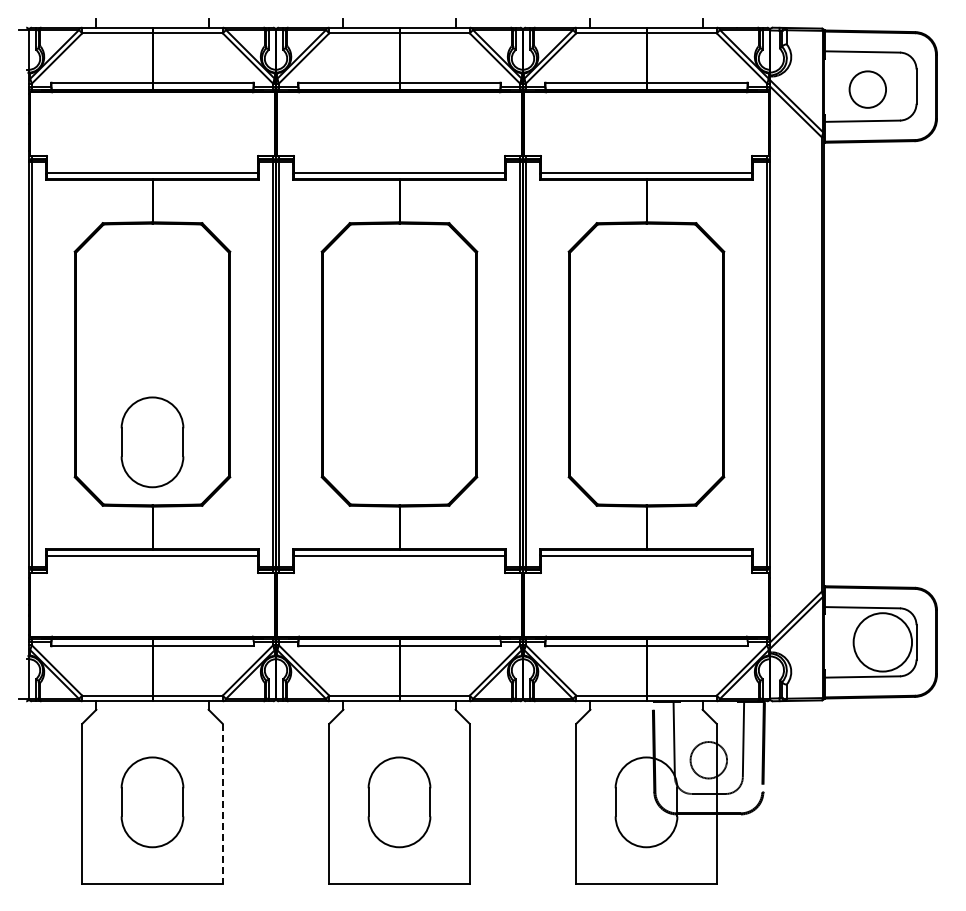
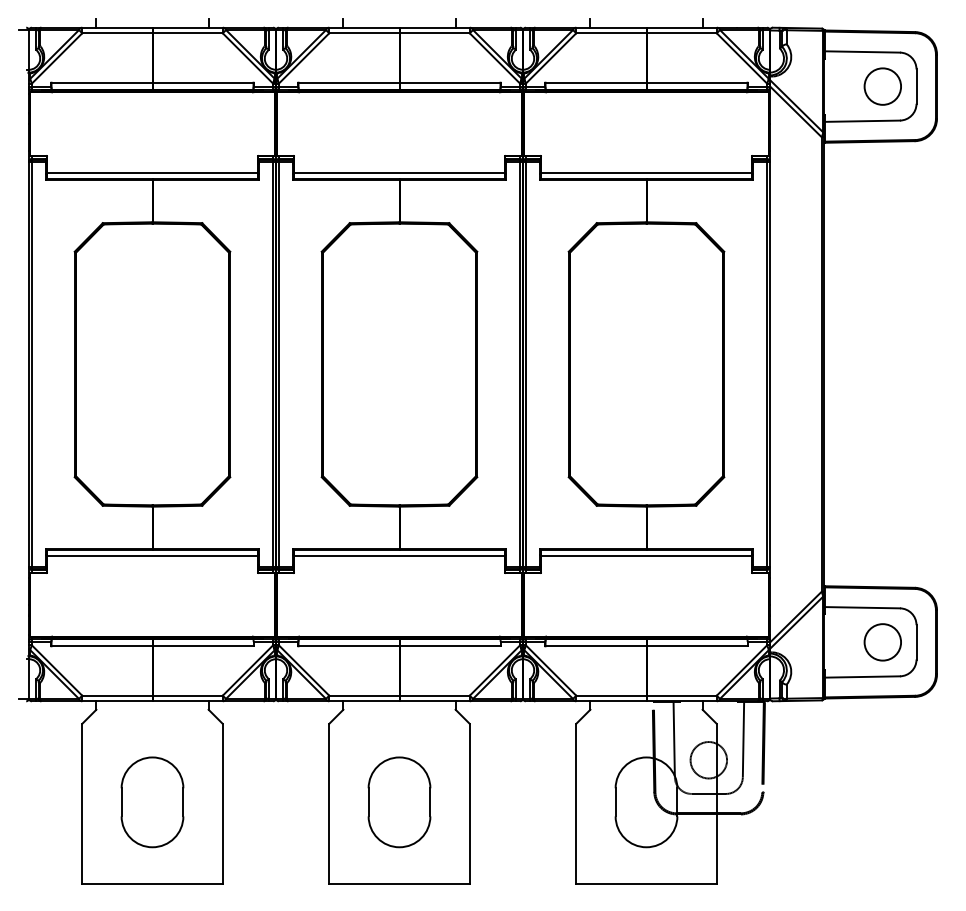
circle at (867, 89) position: (867, 89) -> (882, 86)
part at (152, 442): present -> none
circle at (882, 642) diameter: 58 px -> 36 px
line at (222, 803): dashed -> solid
